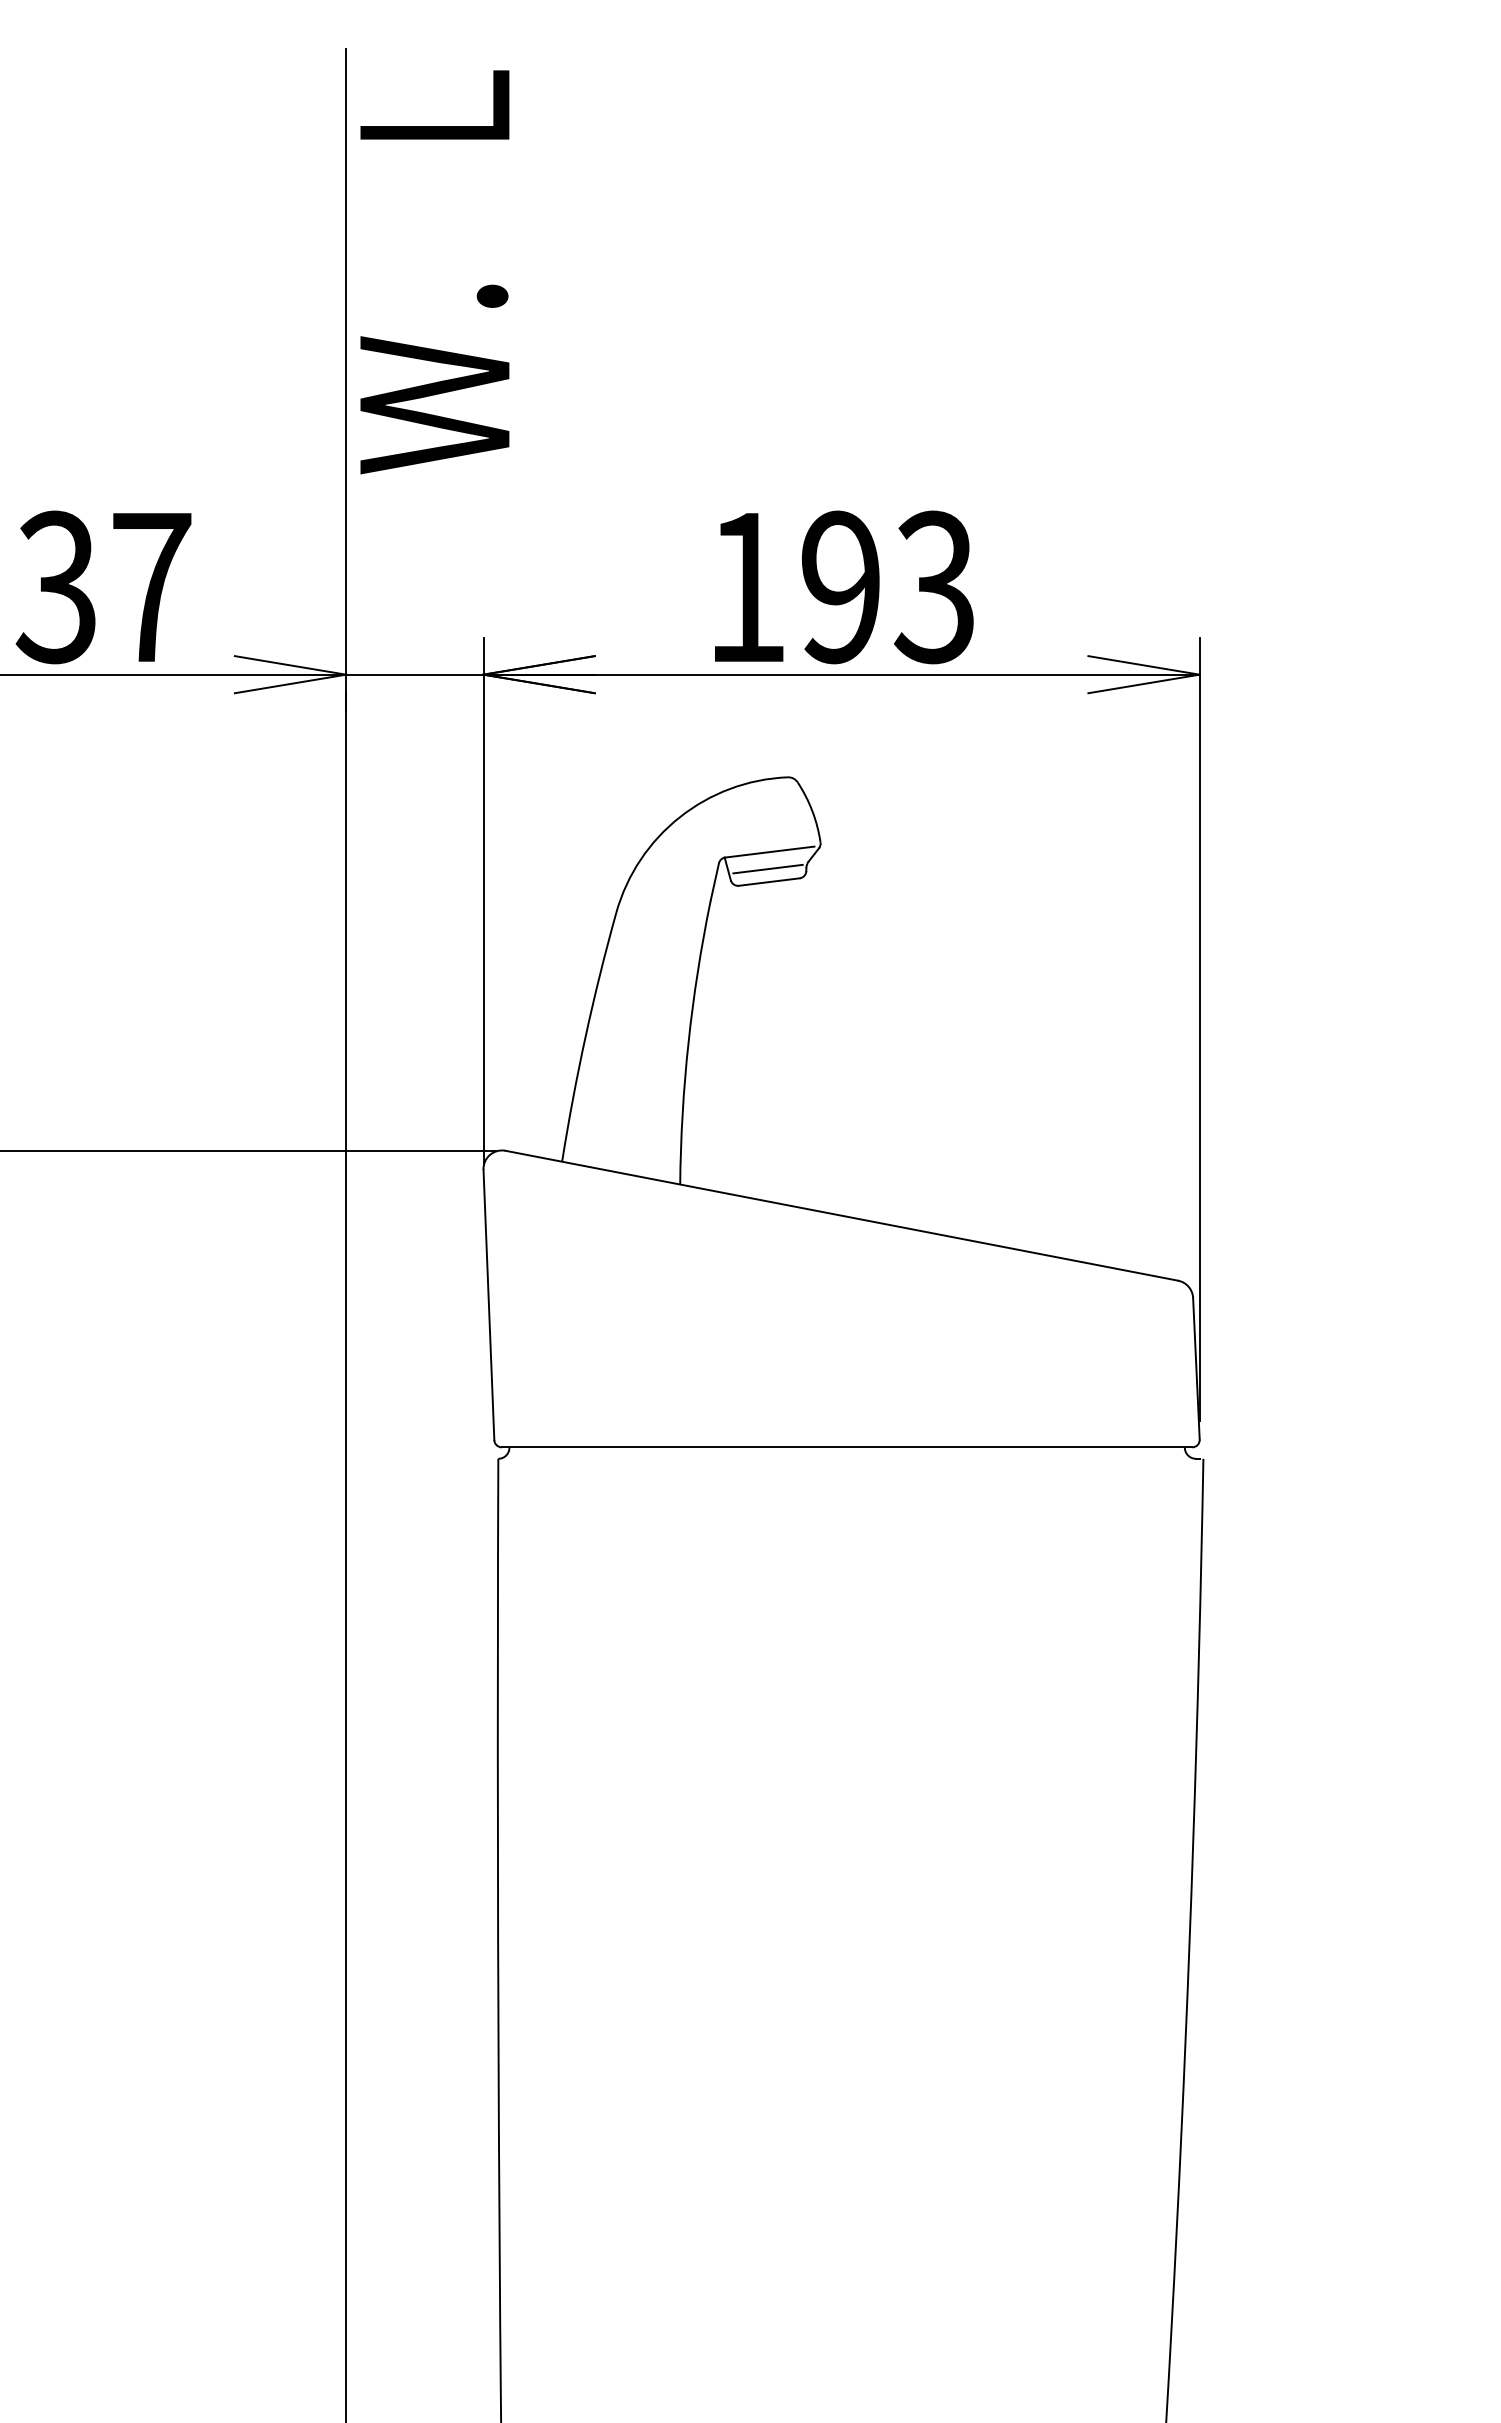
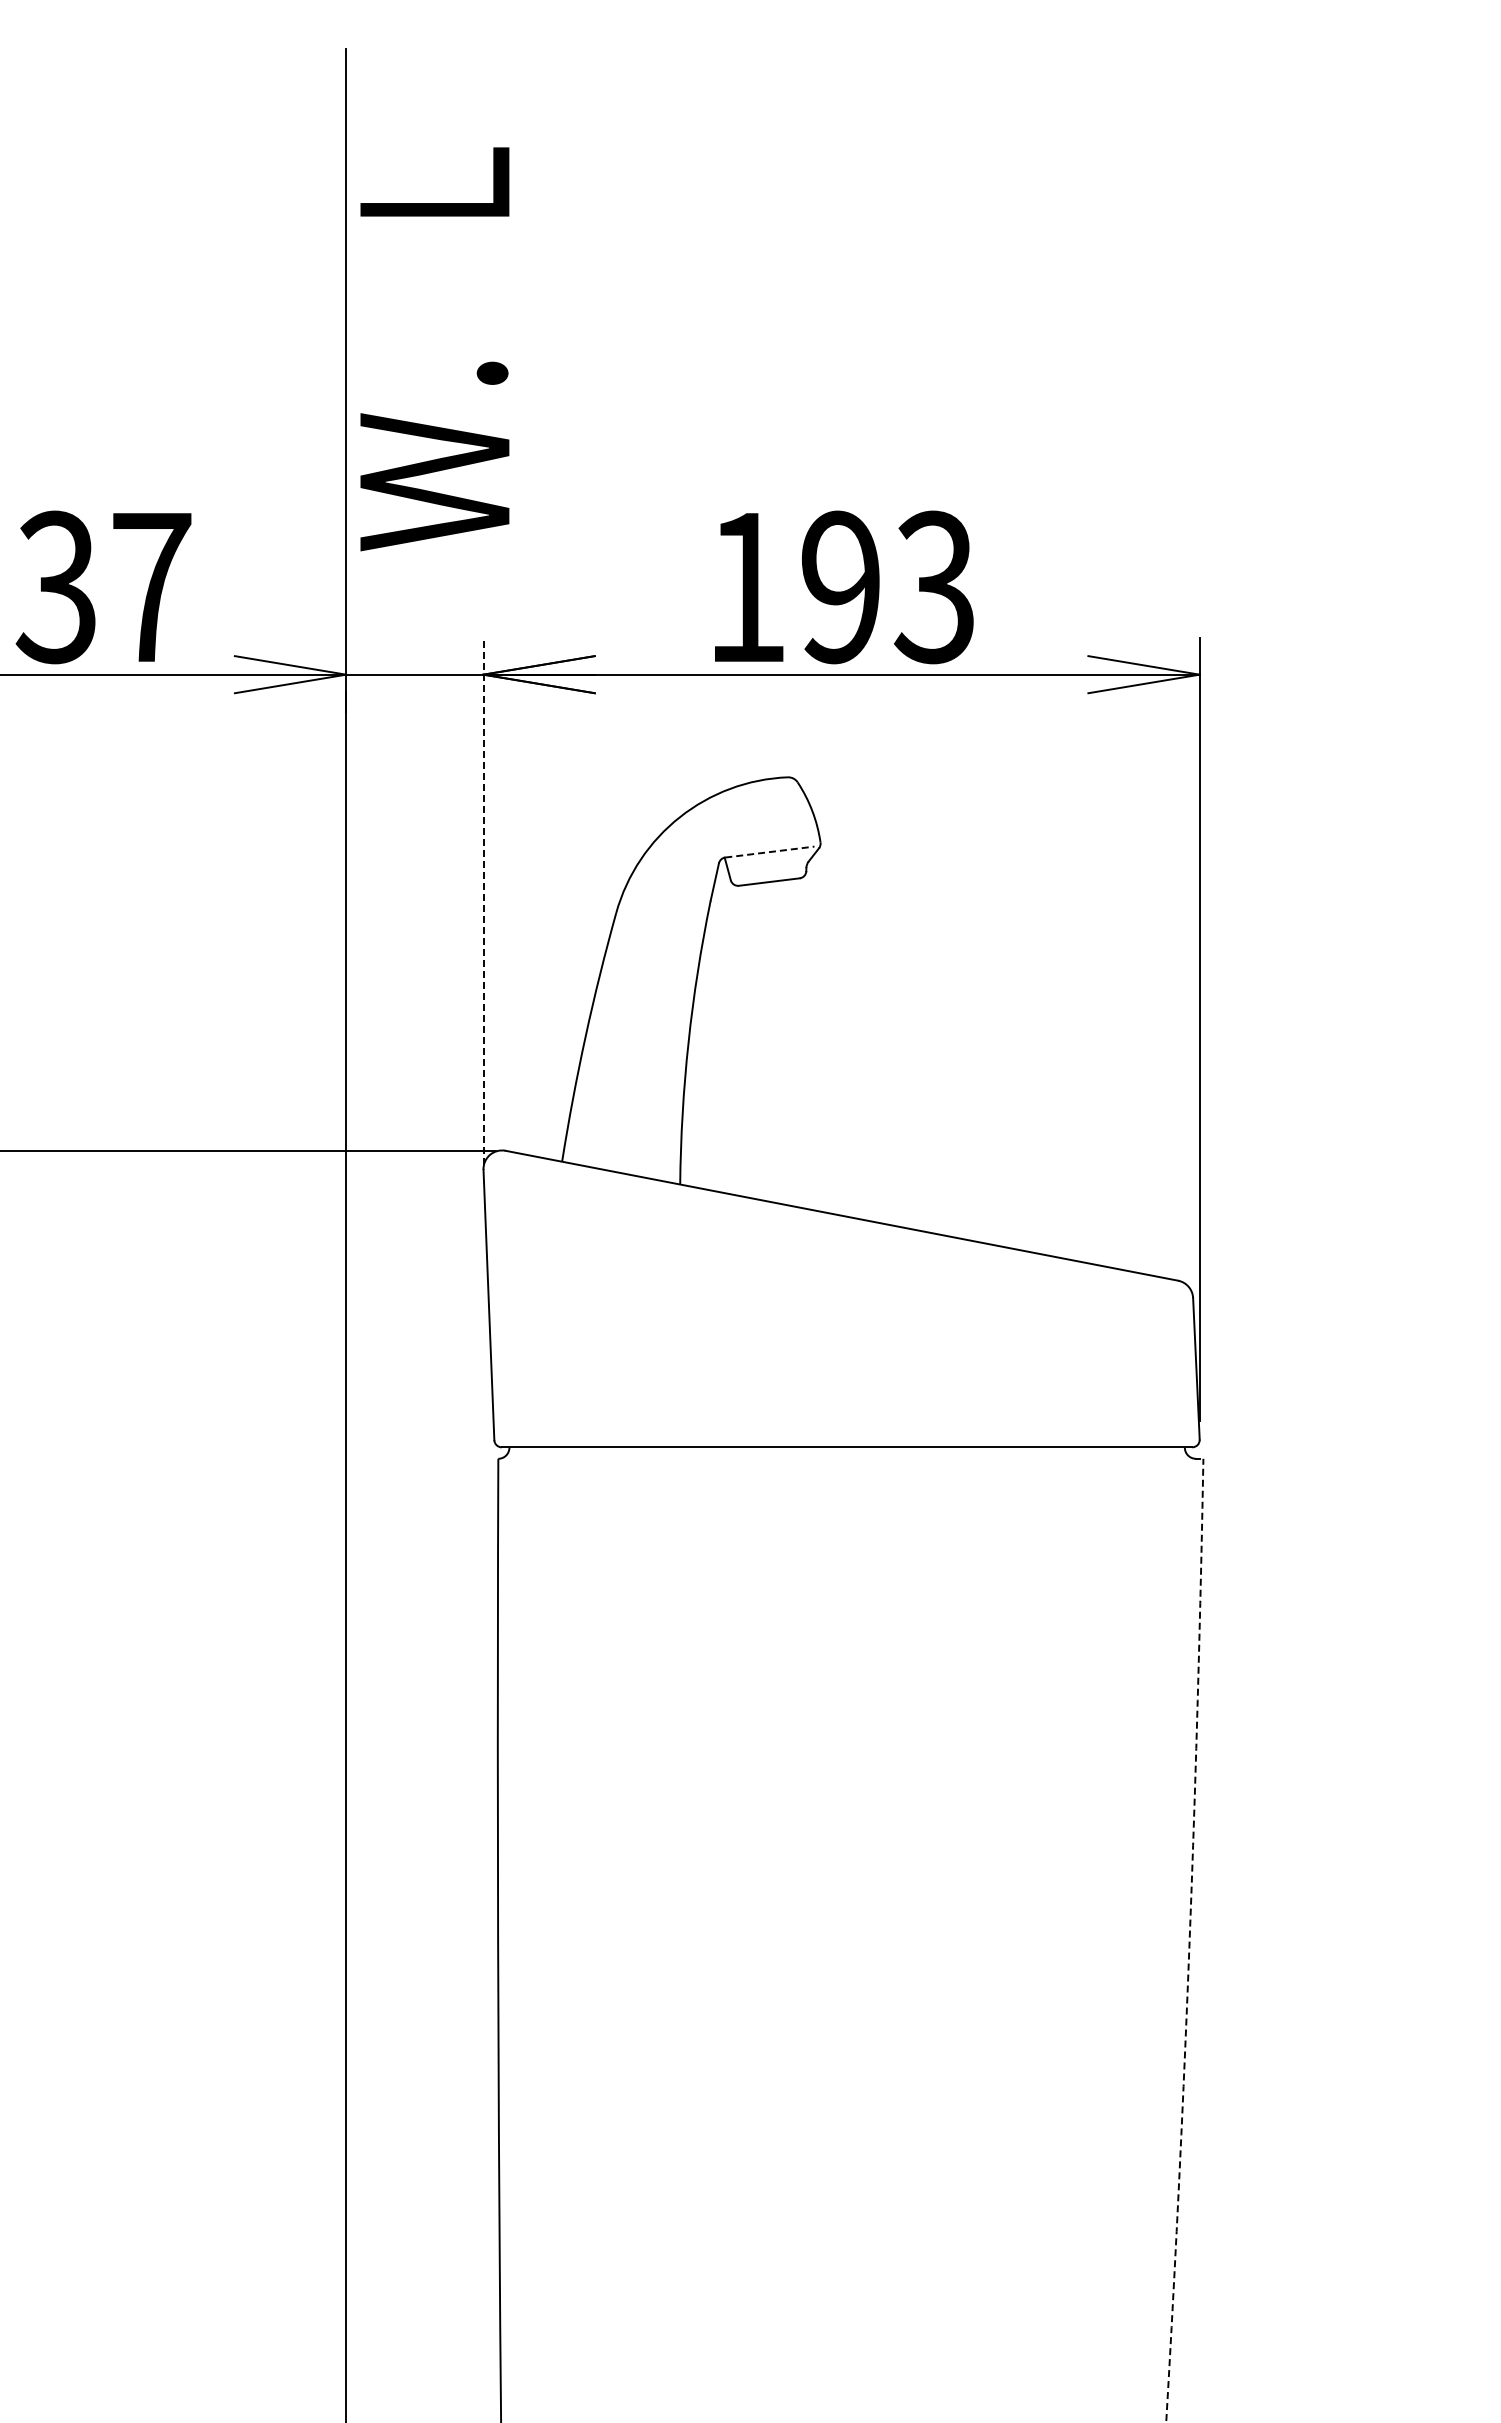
text at (434, 272) position: (434, 272) -> (434, 349)
line at (769, 852): solid -> dashed
line at (767, 868): present -> none
line at (483, 900): solid -> dashed
arc at (1189, 1940): solid -> dashed
